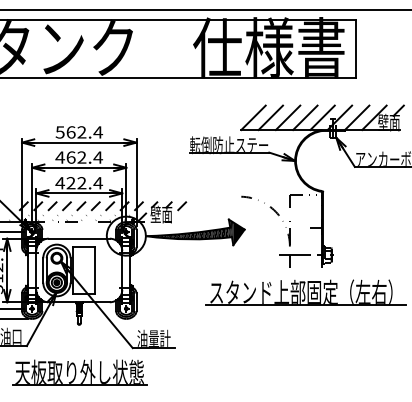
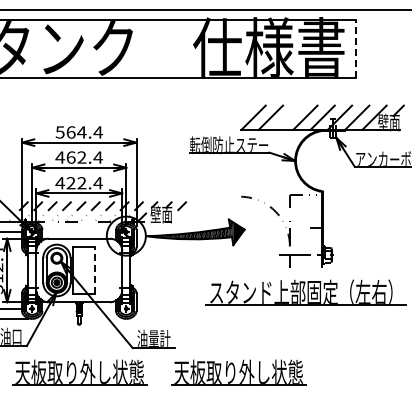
line at (356, 48): solid -> dashed
line at (287, 117): present -> none
text at (81, 132): 562.4 -> 564.4
line at (94, 269): solid -> dashed
part at (238, 372): none -> present
